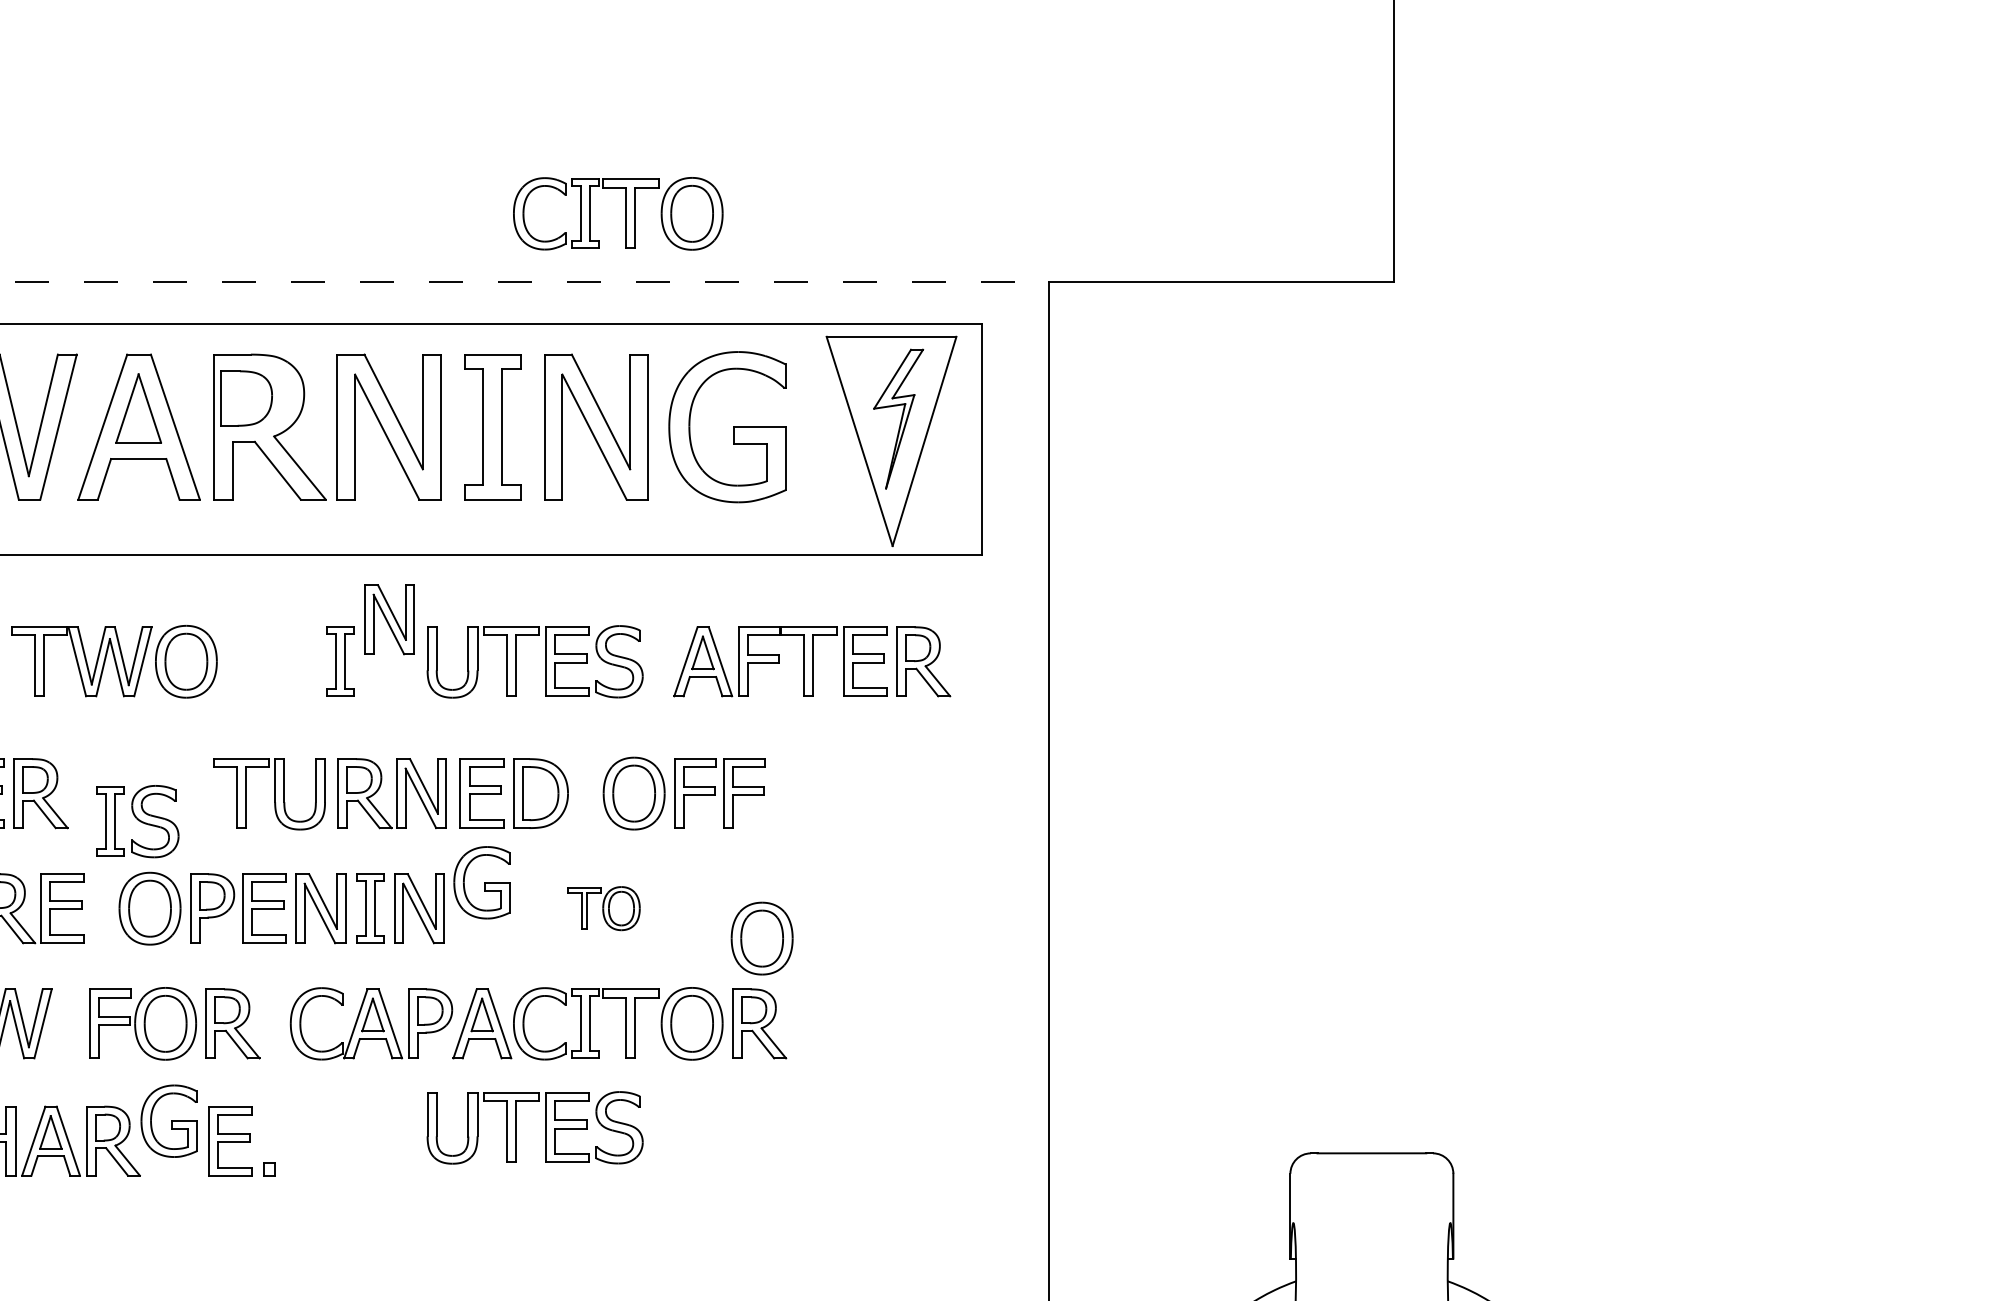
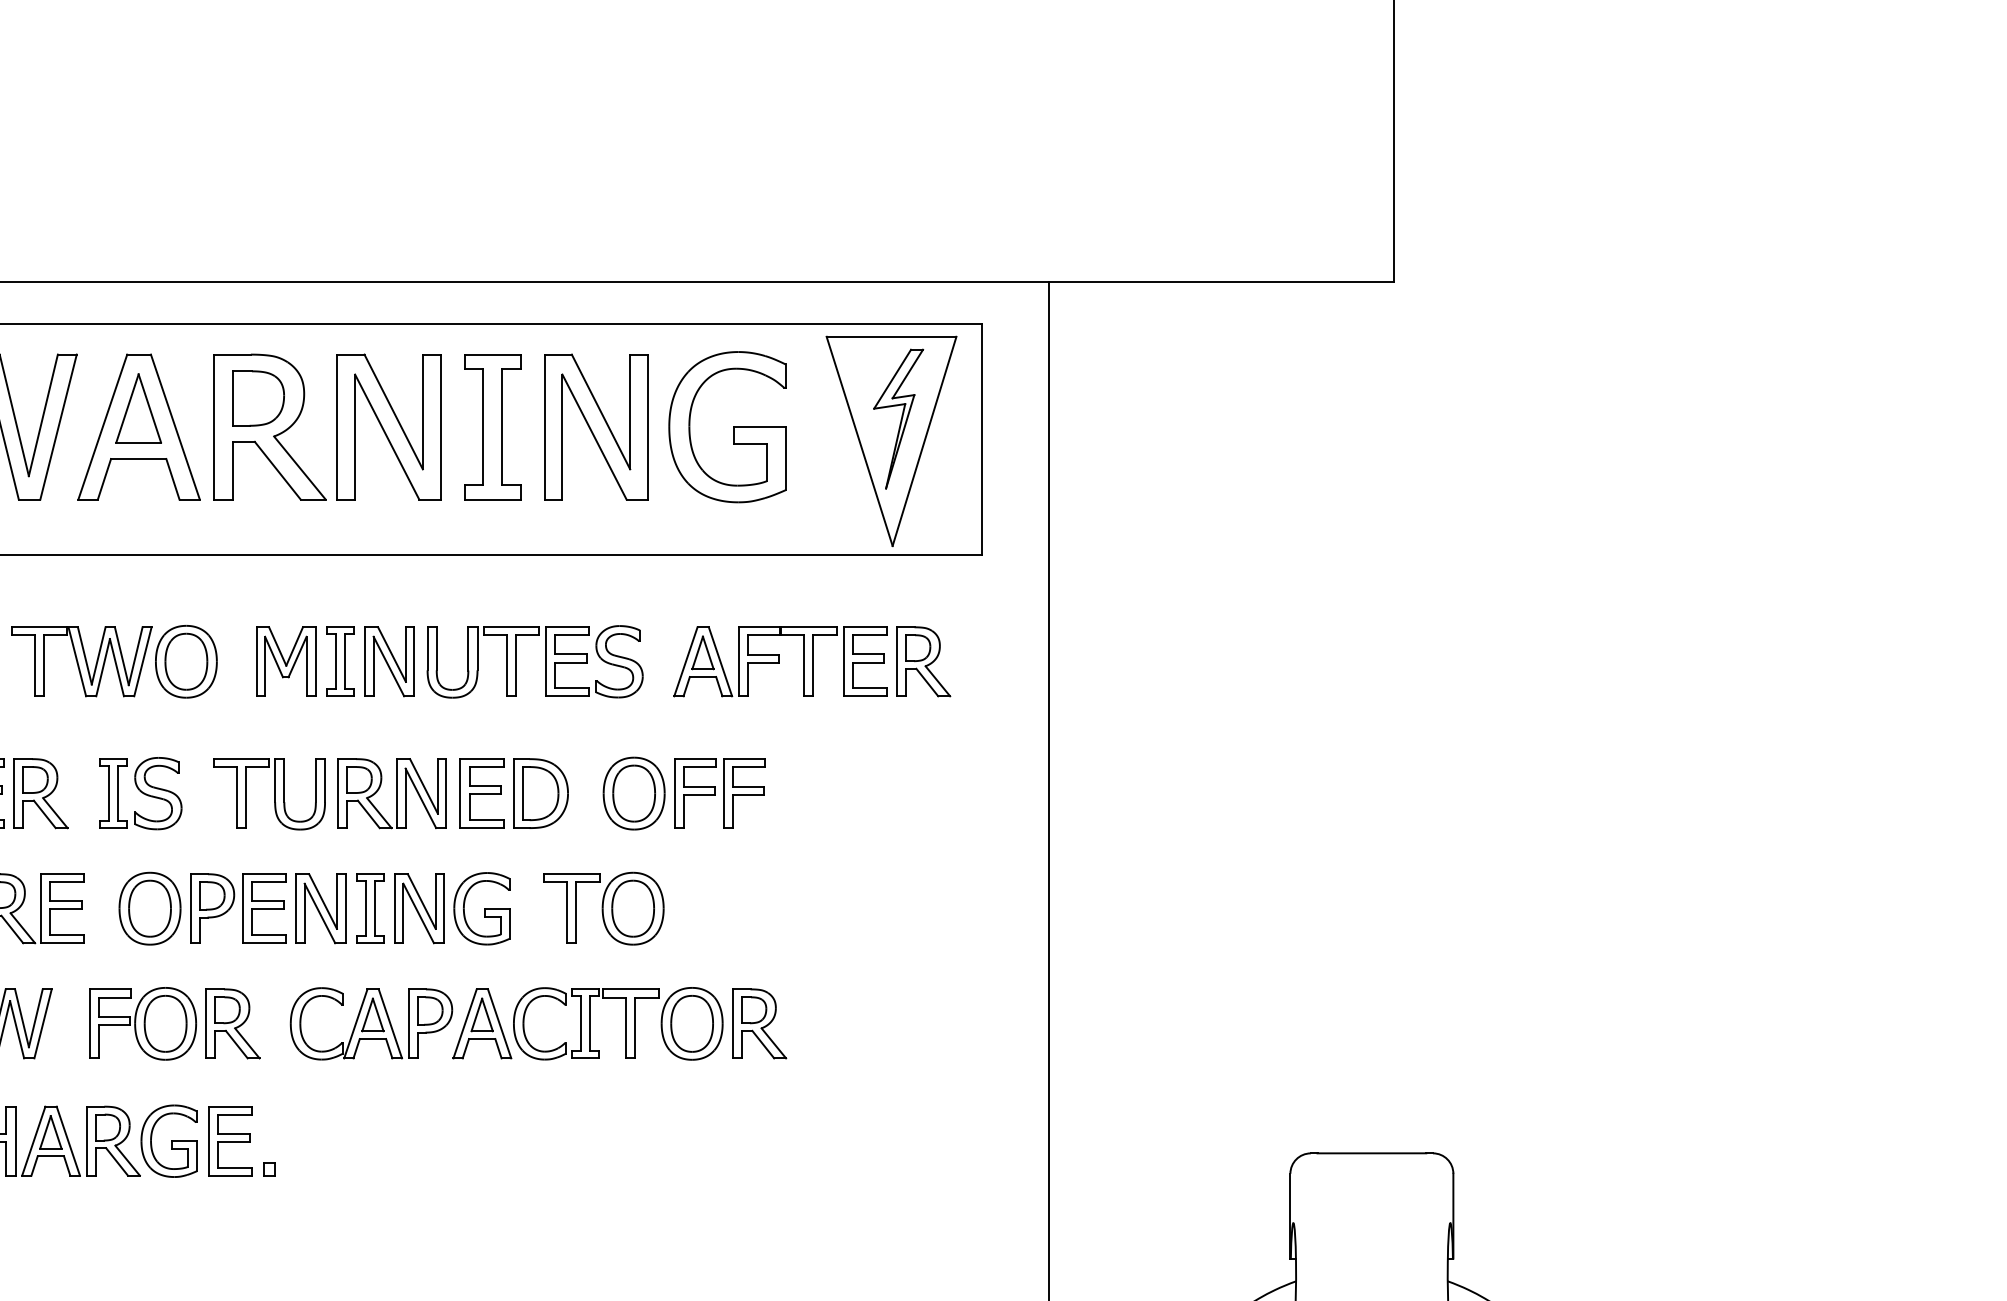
part at (625, 213): present -> none
line at (524, 282): dashed -> solid
part at (246, 398) position: (246, 398) -> (258, 398)
part at (389, 619) position: (389, 619) -> (389, 661)
part at (286, 661): none -> present
part at (137, 821) position: (137, 821) -> (140, 793)
part at (481, 882) position: (481, 882) -> (481, 908)
part at (603, 908) size: 74x46 px -> 122x75 px
part at (761, 938): present -> none
part at (168, 1120) position: (168, 1120) -> (168, 1140)
part at (545, 1127): present -> none
